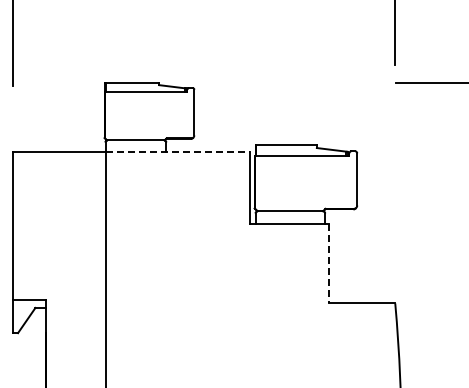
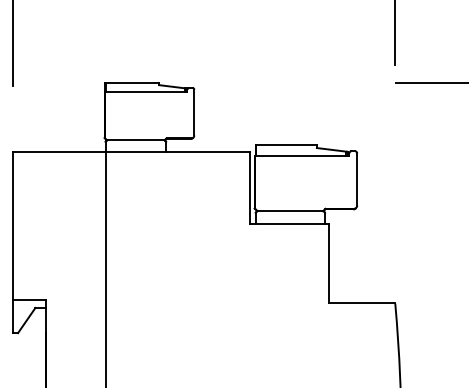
line at (178, 151): dashed -> solid
line at (329, 263): dashed -> solid
